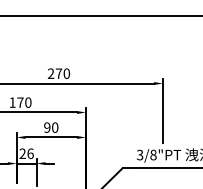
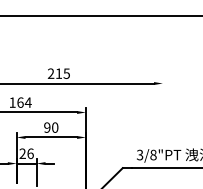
text at (62, 73): 270 -> 215
text at (24, 102): 170 -> 164
line at (162, 110): present -> none
